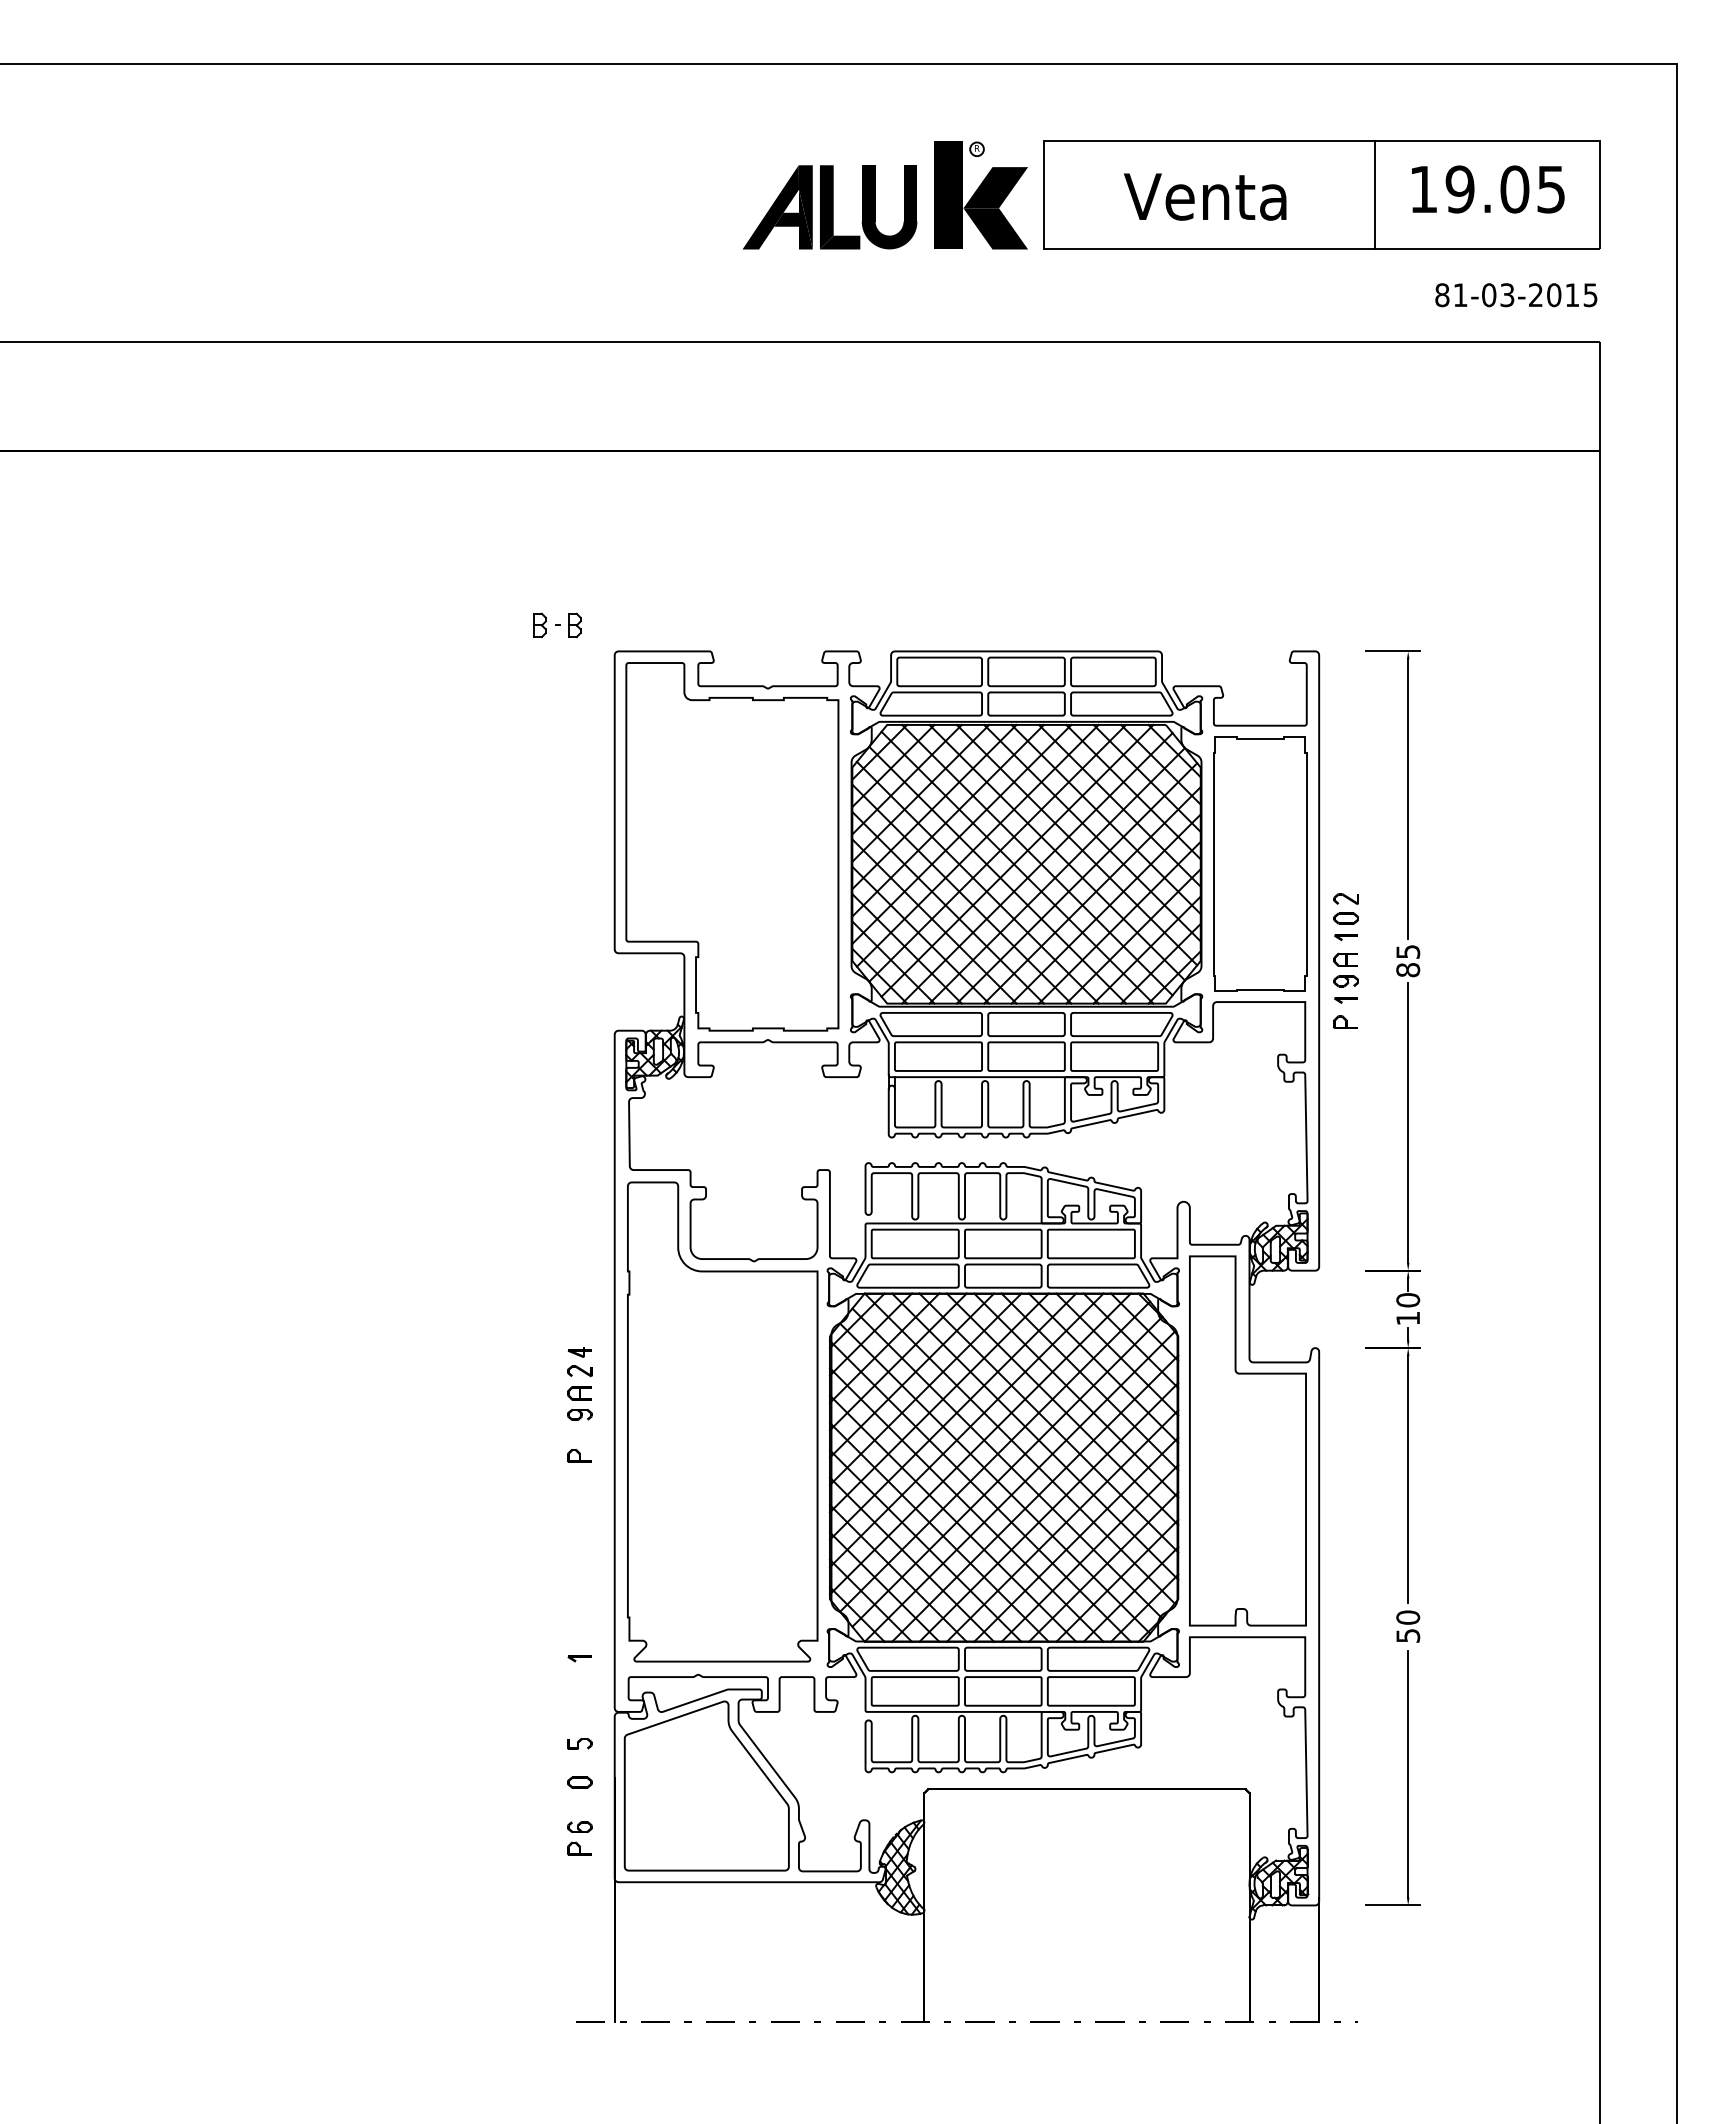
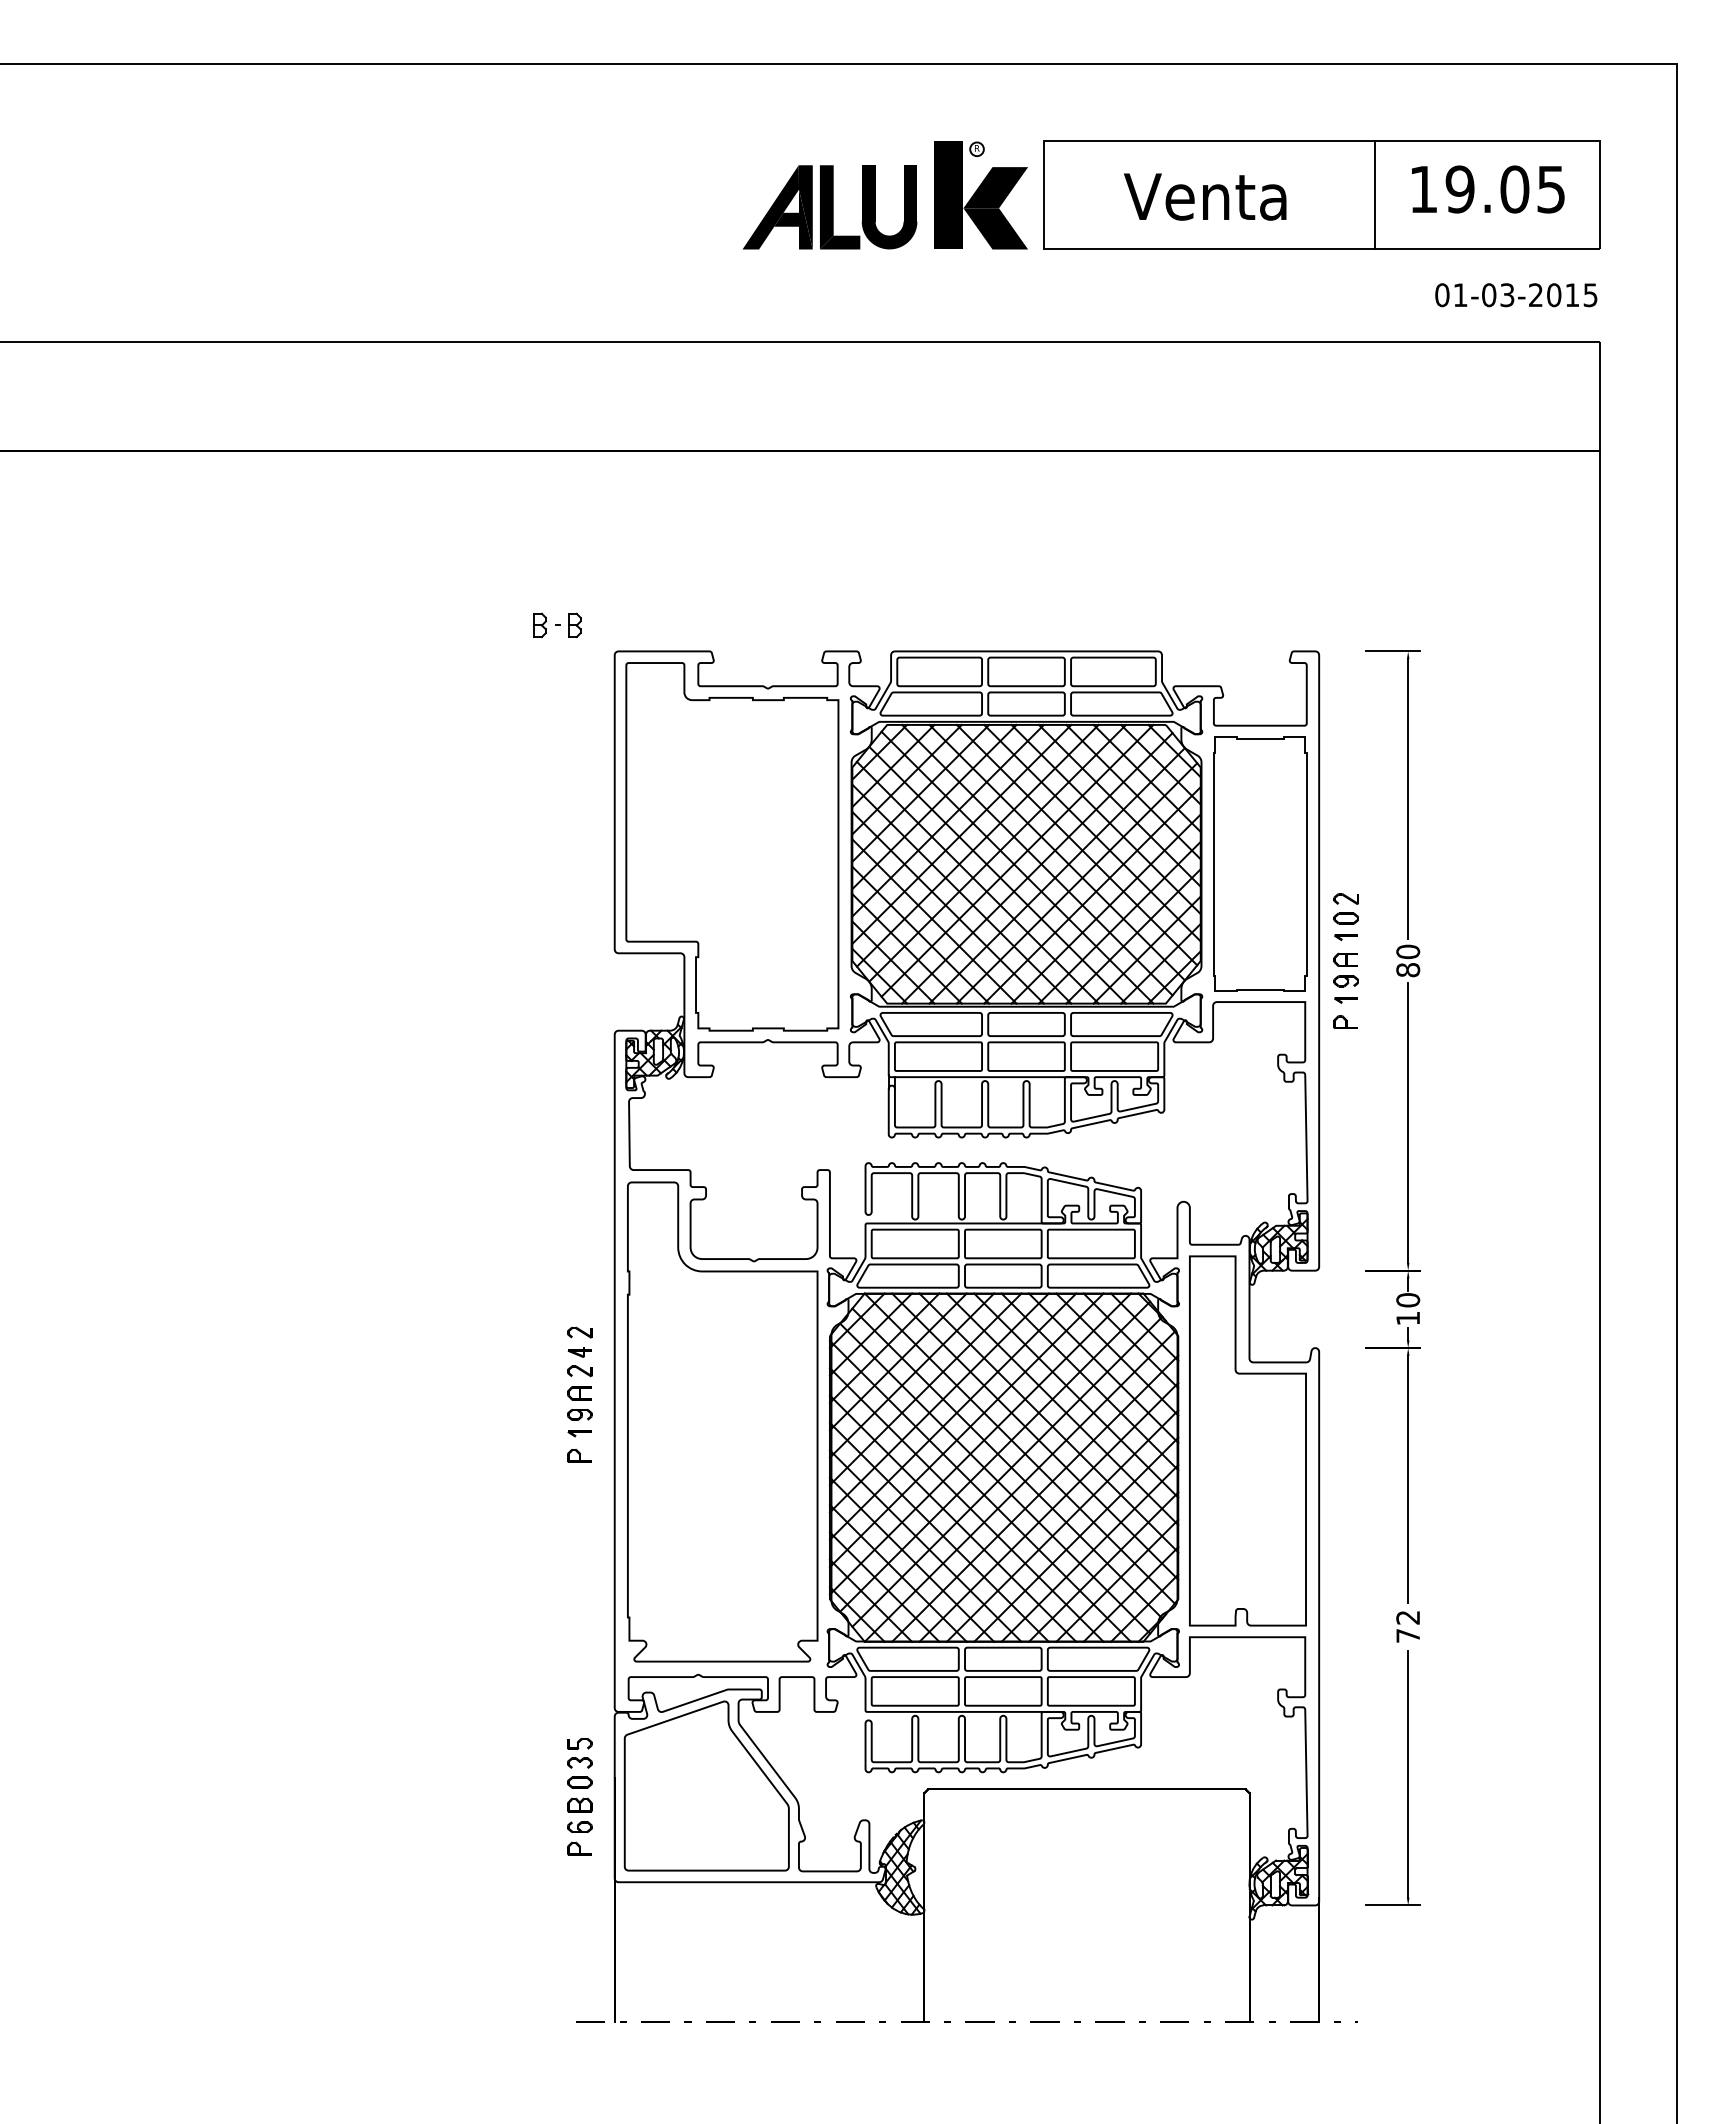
text at (1442, 294): 81-03-2015 -> 01-03-2015
text at (1408, 951): 85 -> 80
part at (579, 1332): none -> present
text at (1408, 1626): 50 -> 72
part at (579, 1658) position: (579, 1658) -> (579, 1433)
part at (579, 1762): none -> present
part at (579, 1804): none -> present
